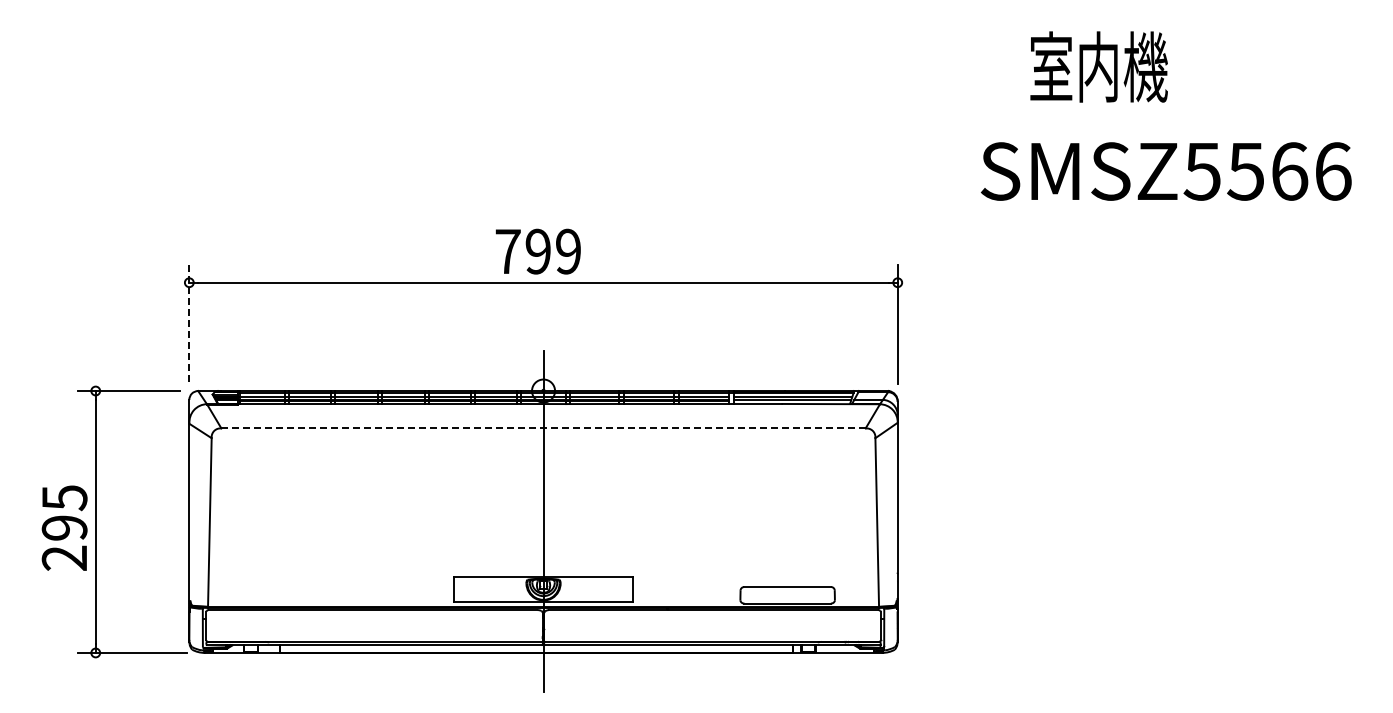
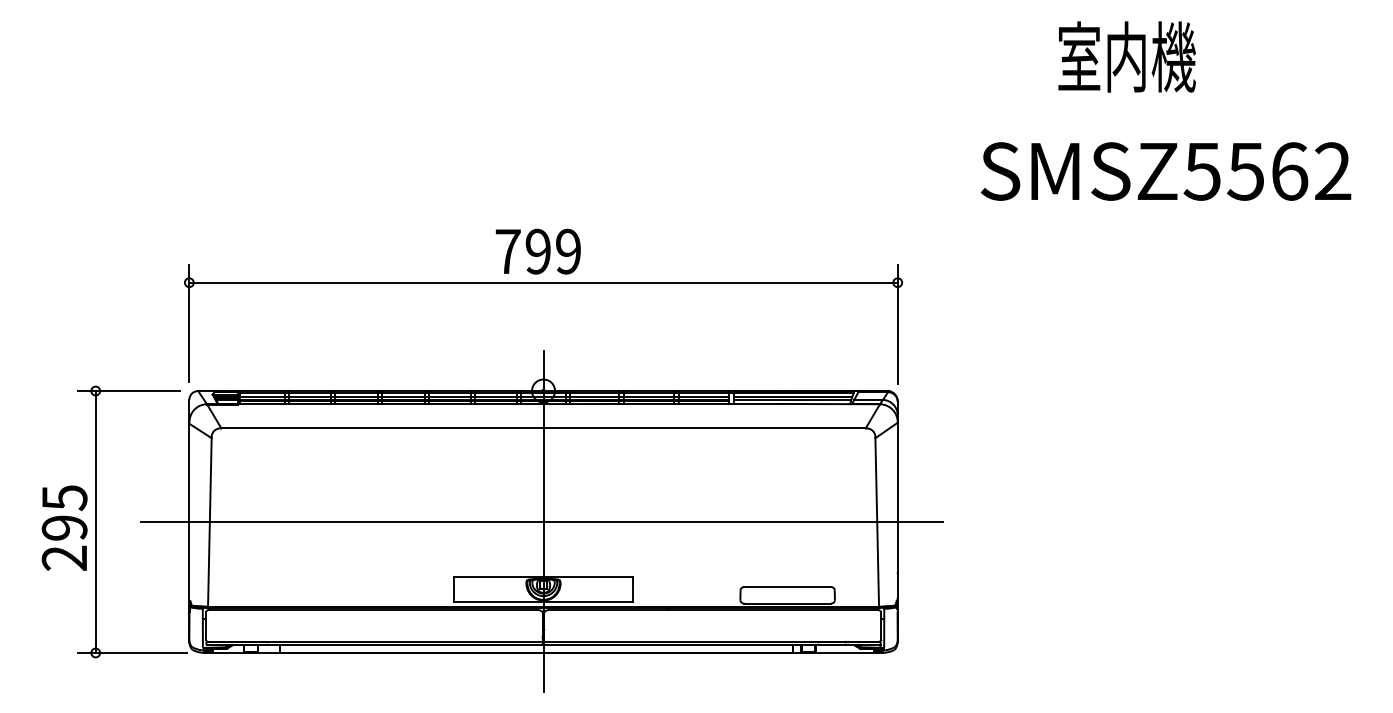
text at (1098, 66) position: (1098, 66) -> (1126, 56)
text at (1333, 171): SMSZ5566 -> SMSZ5562
line at (189, 323): dashed -> solid
line at (543, 428): dashed -> solid
line at (541, 521): none -> present
